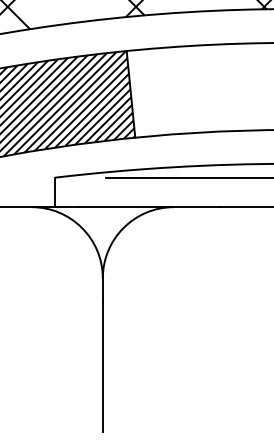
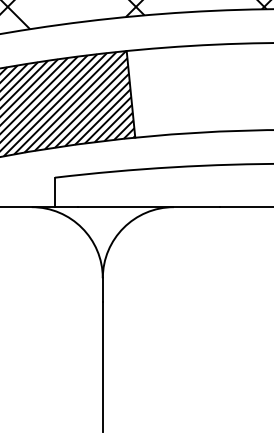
line at (188, 178): present -> none
